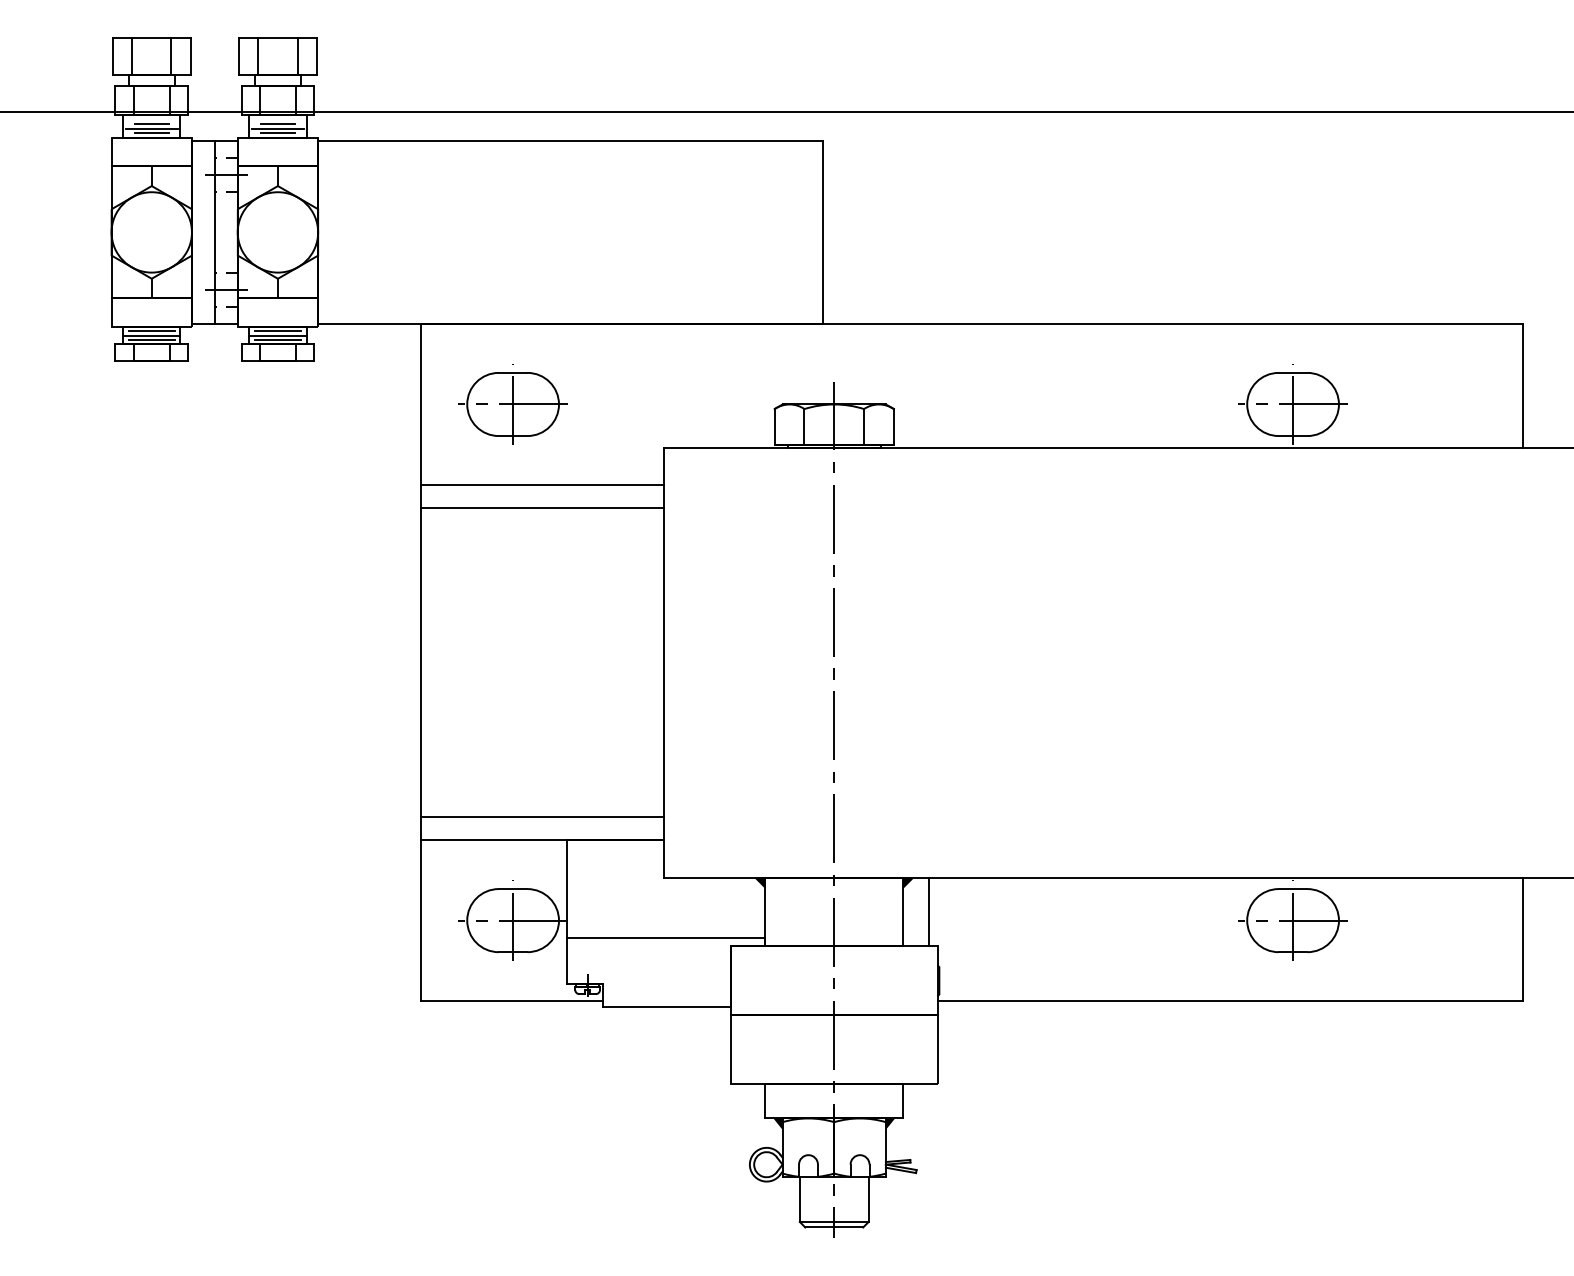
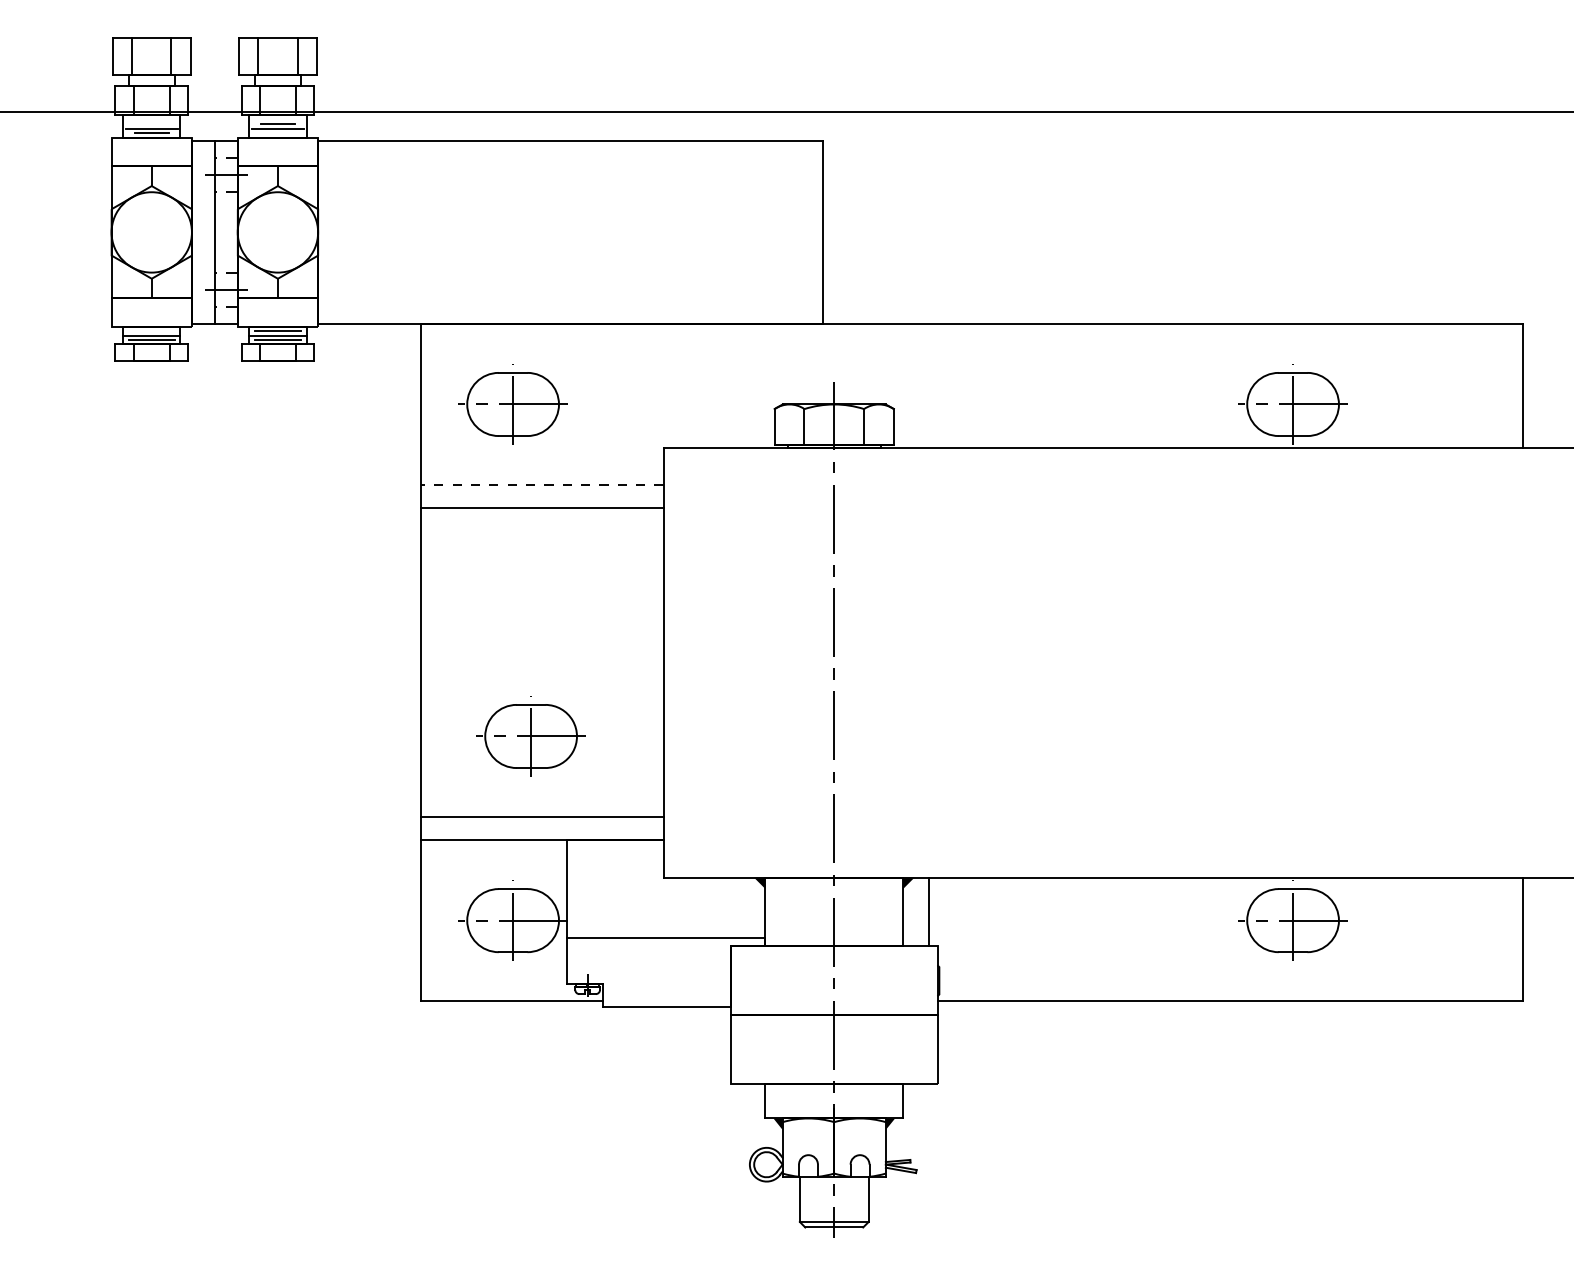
line at (151, 124): present -> none
line at (277, 133): present -> none
line at (151, 331): present -> none
line at (541, 484): solid -> dashed
part at (530, 736): none -> present
